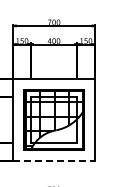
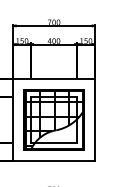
line at (54, 160): dashed -> solid
